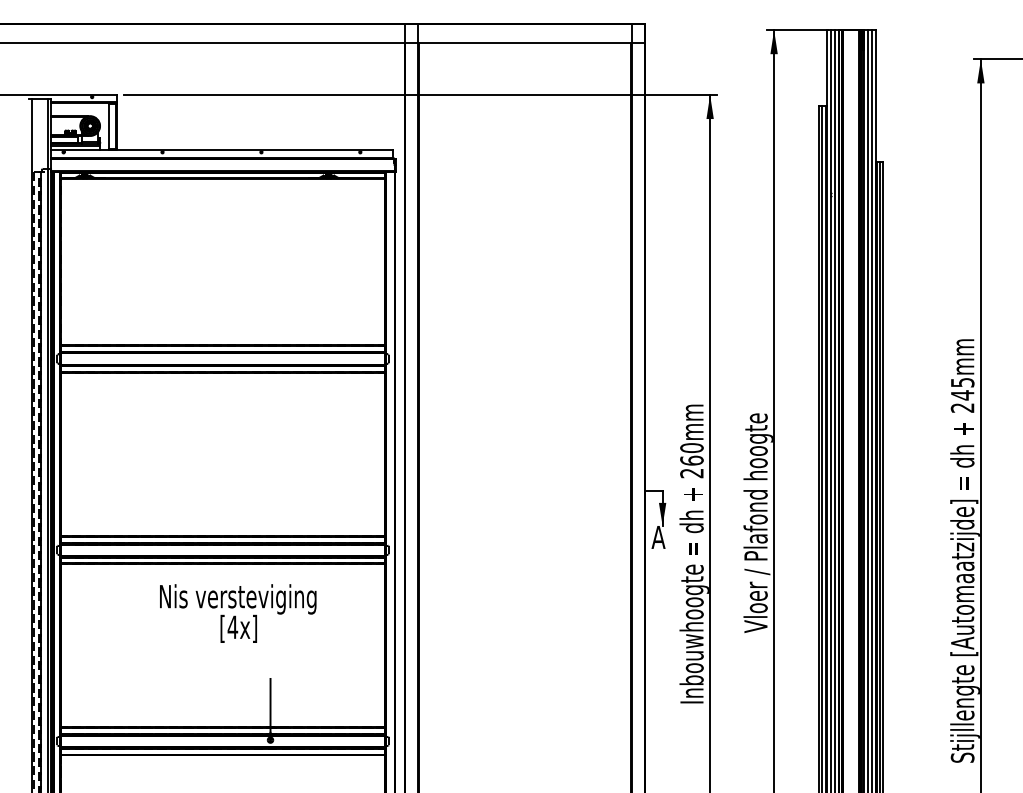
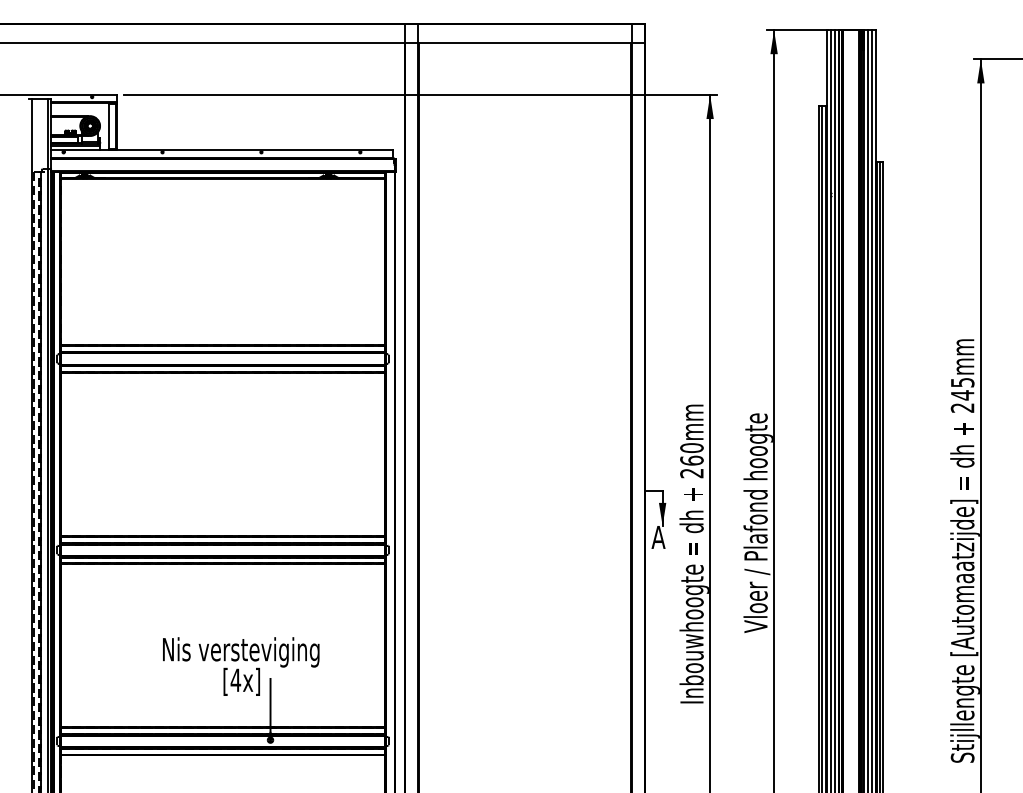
text at (238, 613) position: (238, 613) -> (241, 666)
